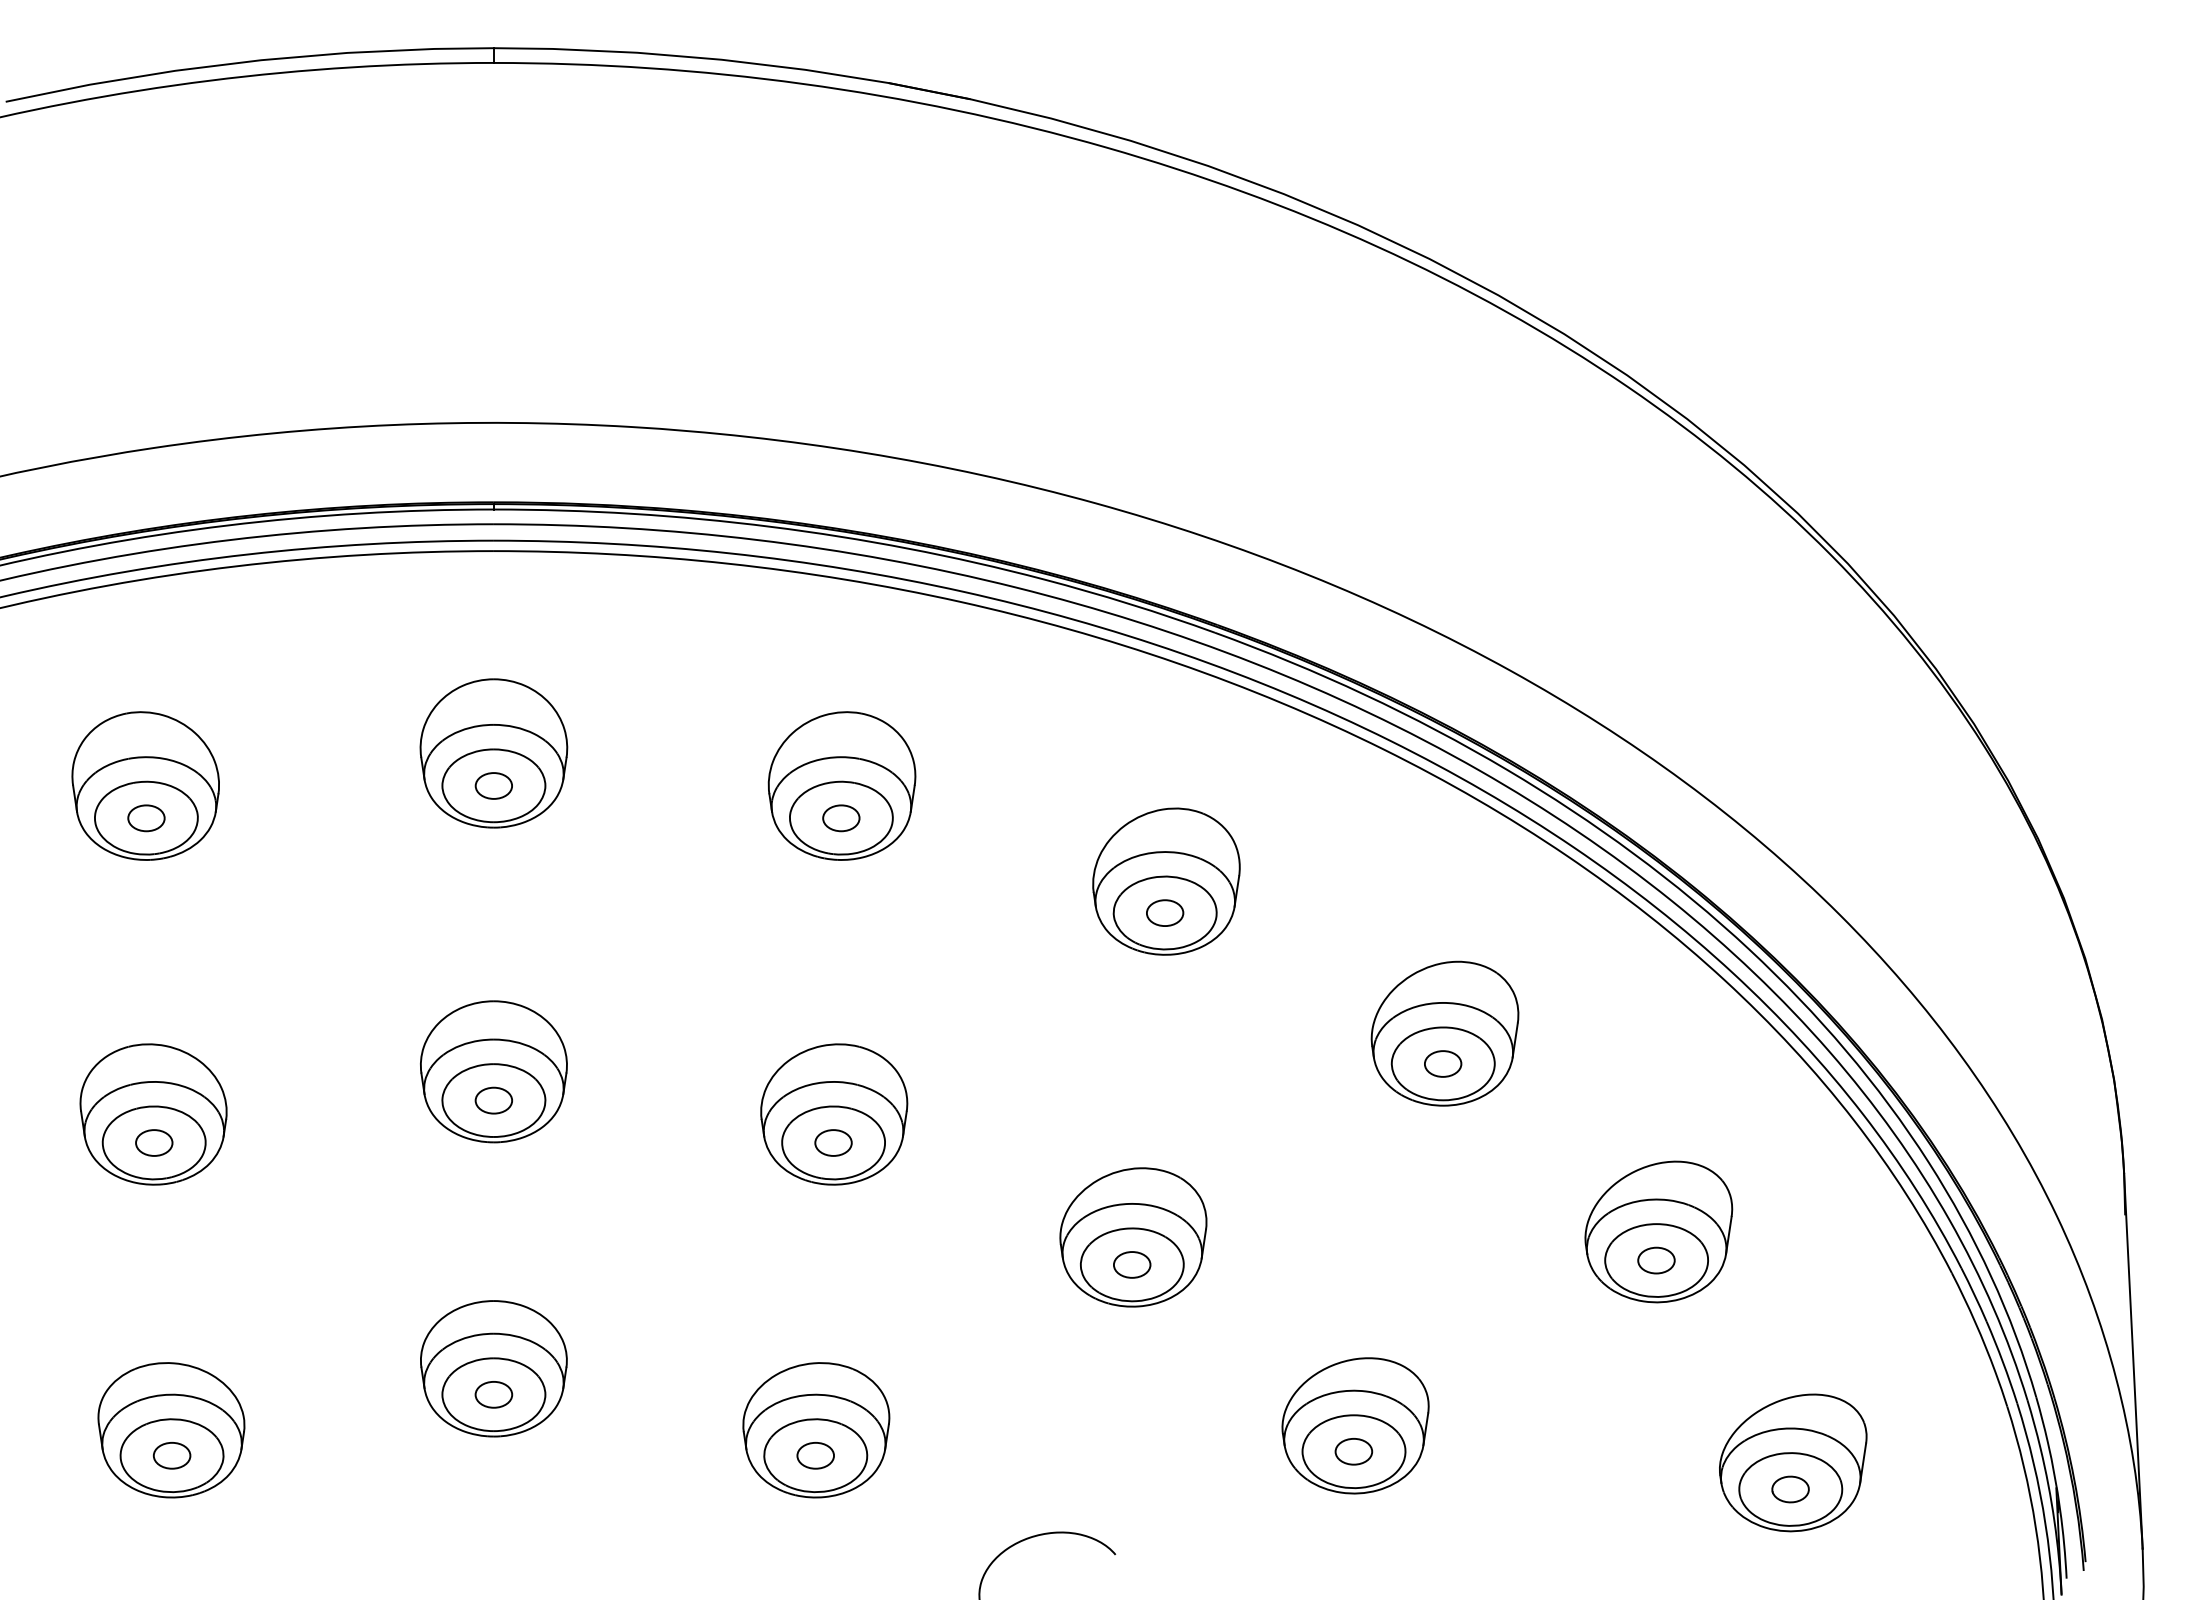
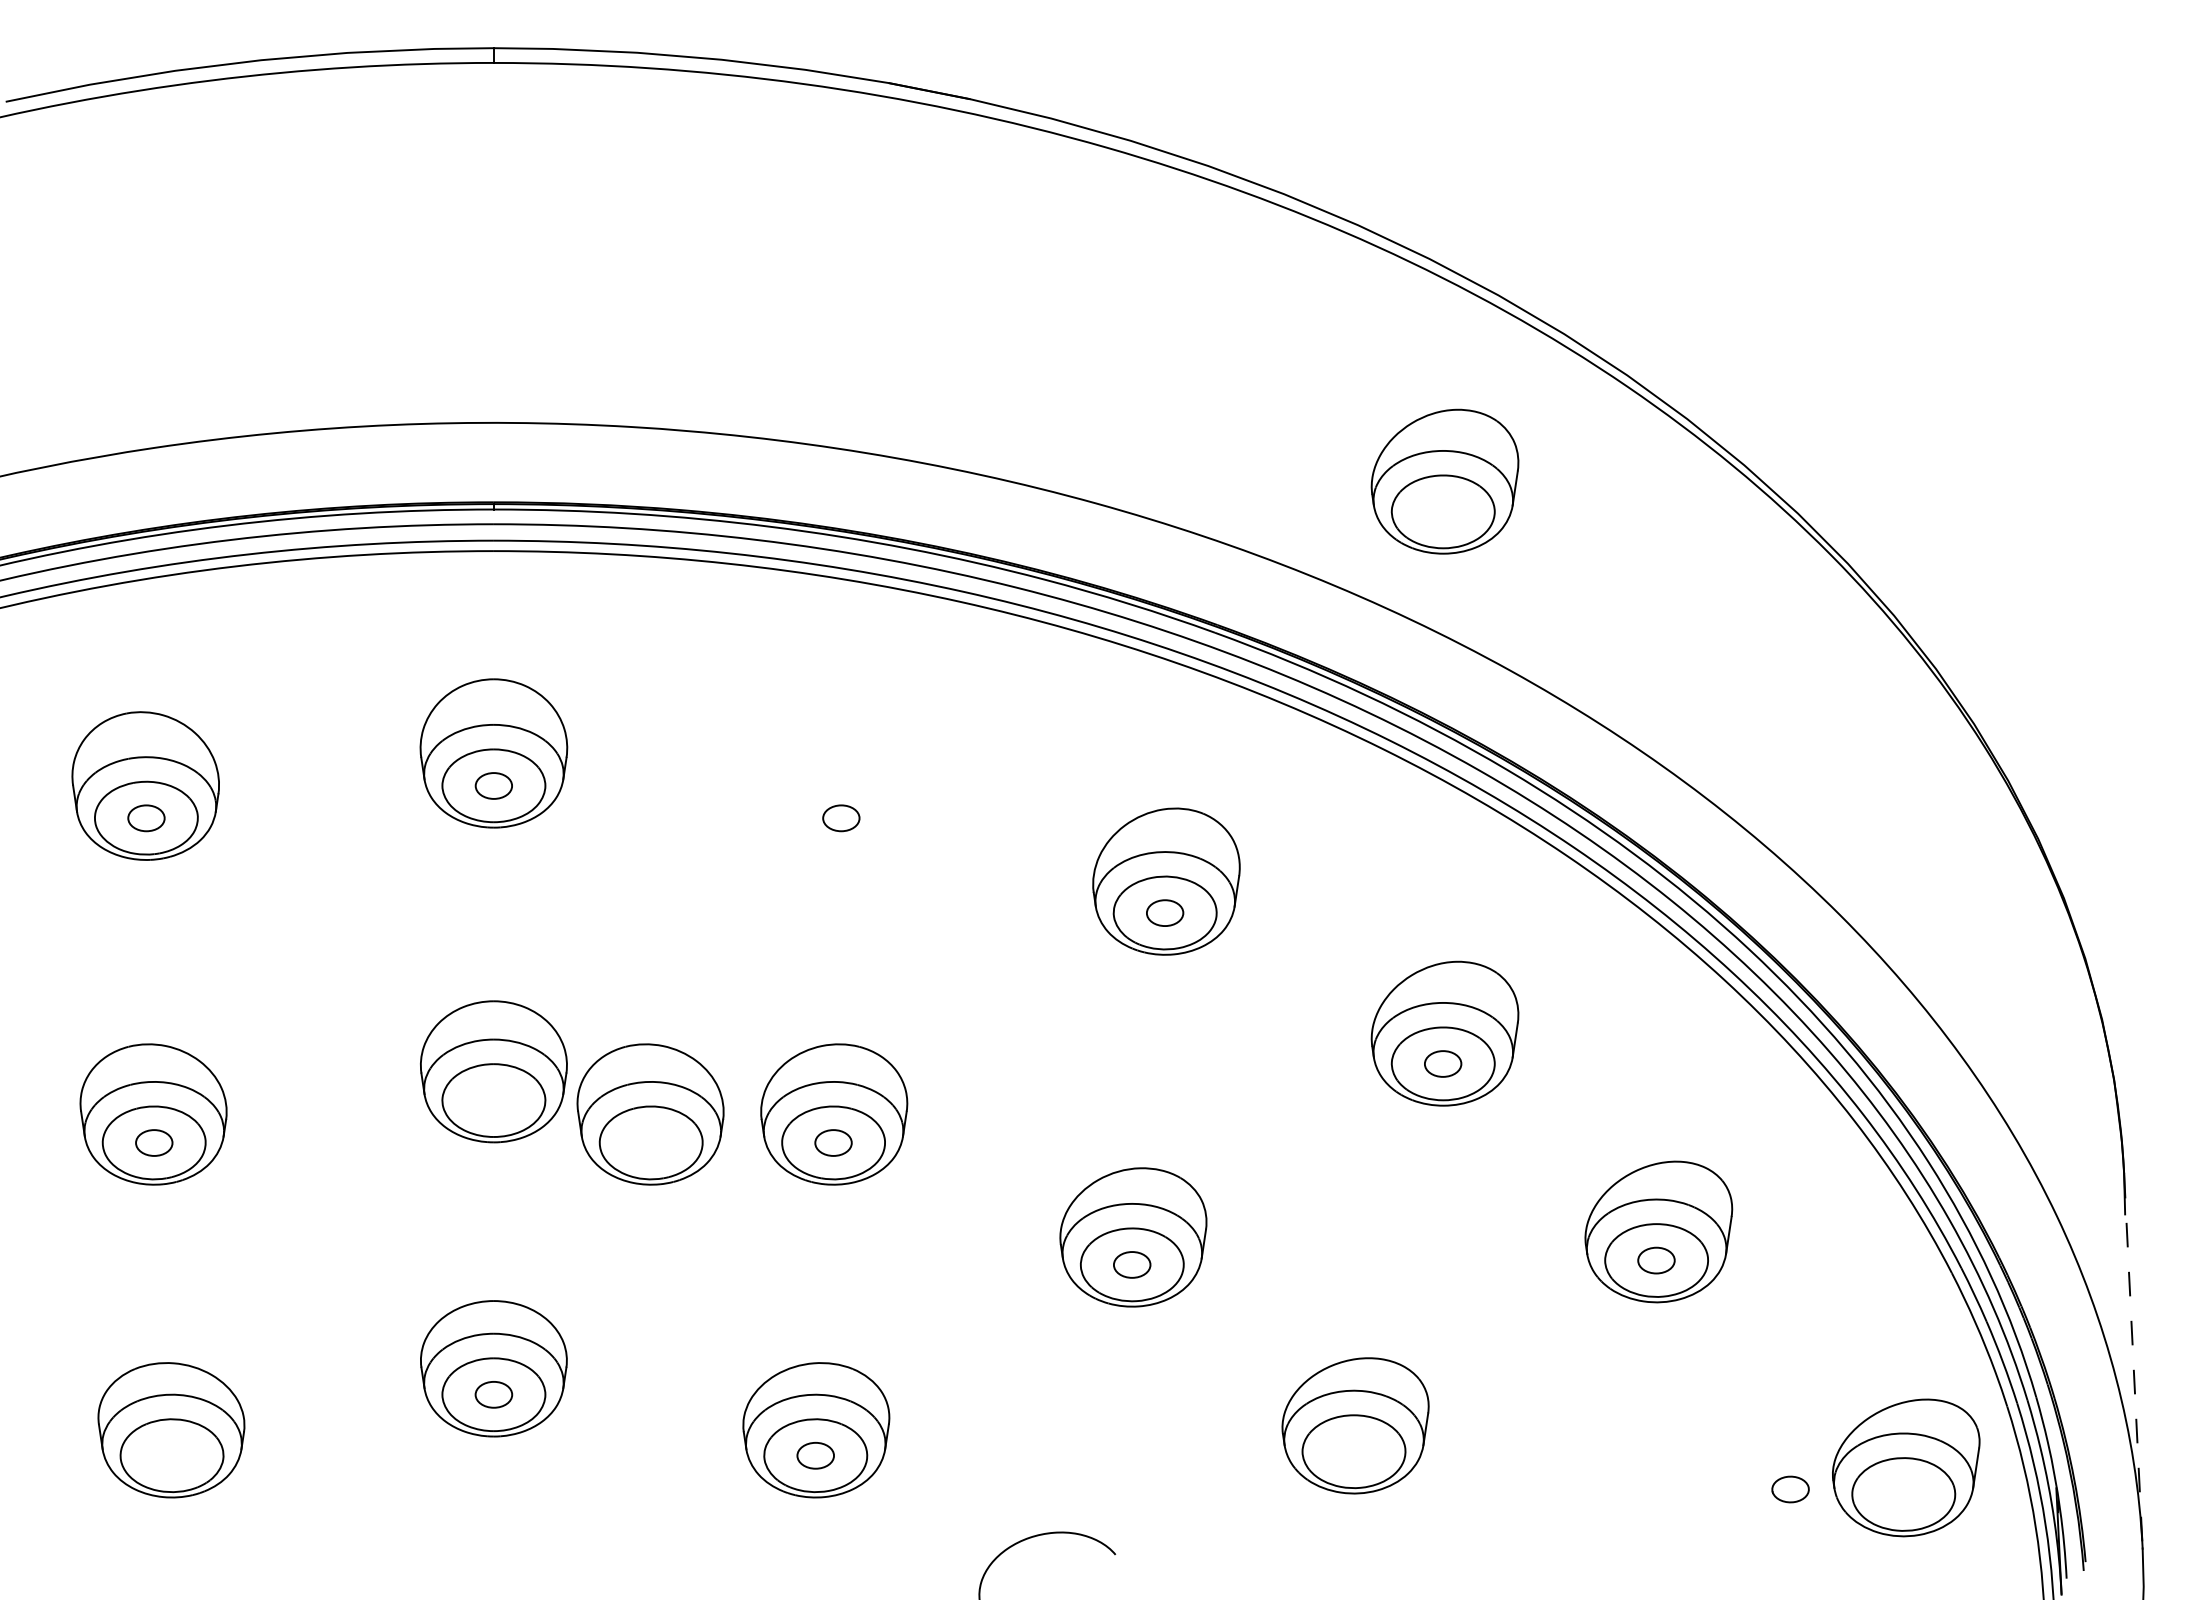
part at (1444, 481): none -> present
part at (841, 785): present -> none
part at (493, 1100): present -> none
part at (650, 1114): none -> present
line at (2133, 1361): solid -> dashed
part at (1353, 1451): present -> none
part at (171, 1455): present -> none
part at (1793, 1462) position: (1793, 1462) -> (1906, 1467)
